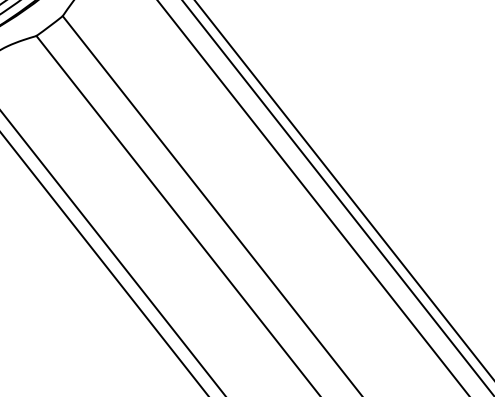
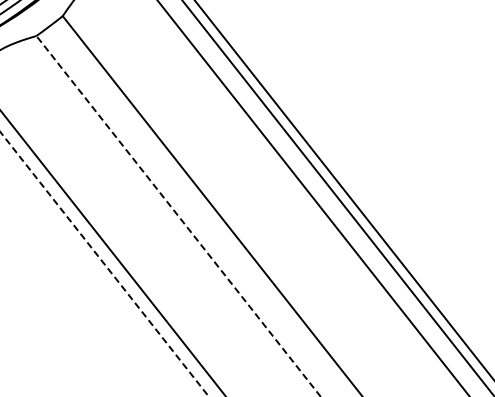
line at (178, 215): solid -> dashed
line at (104, 263): solid -> dashed
